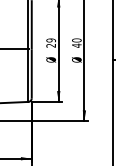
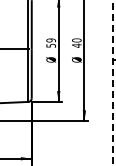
text at (51, 45): 29 -> 59
line at (113, 82): solid -> dashed
